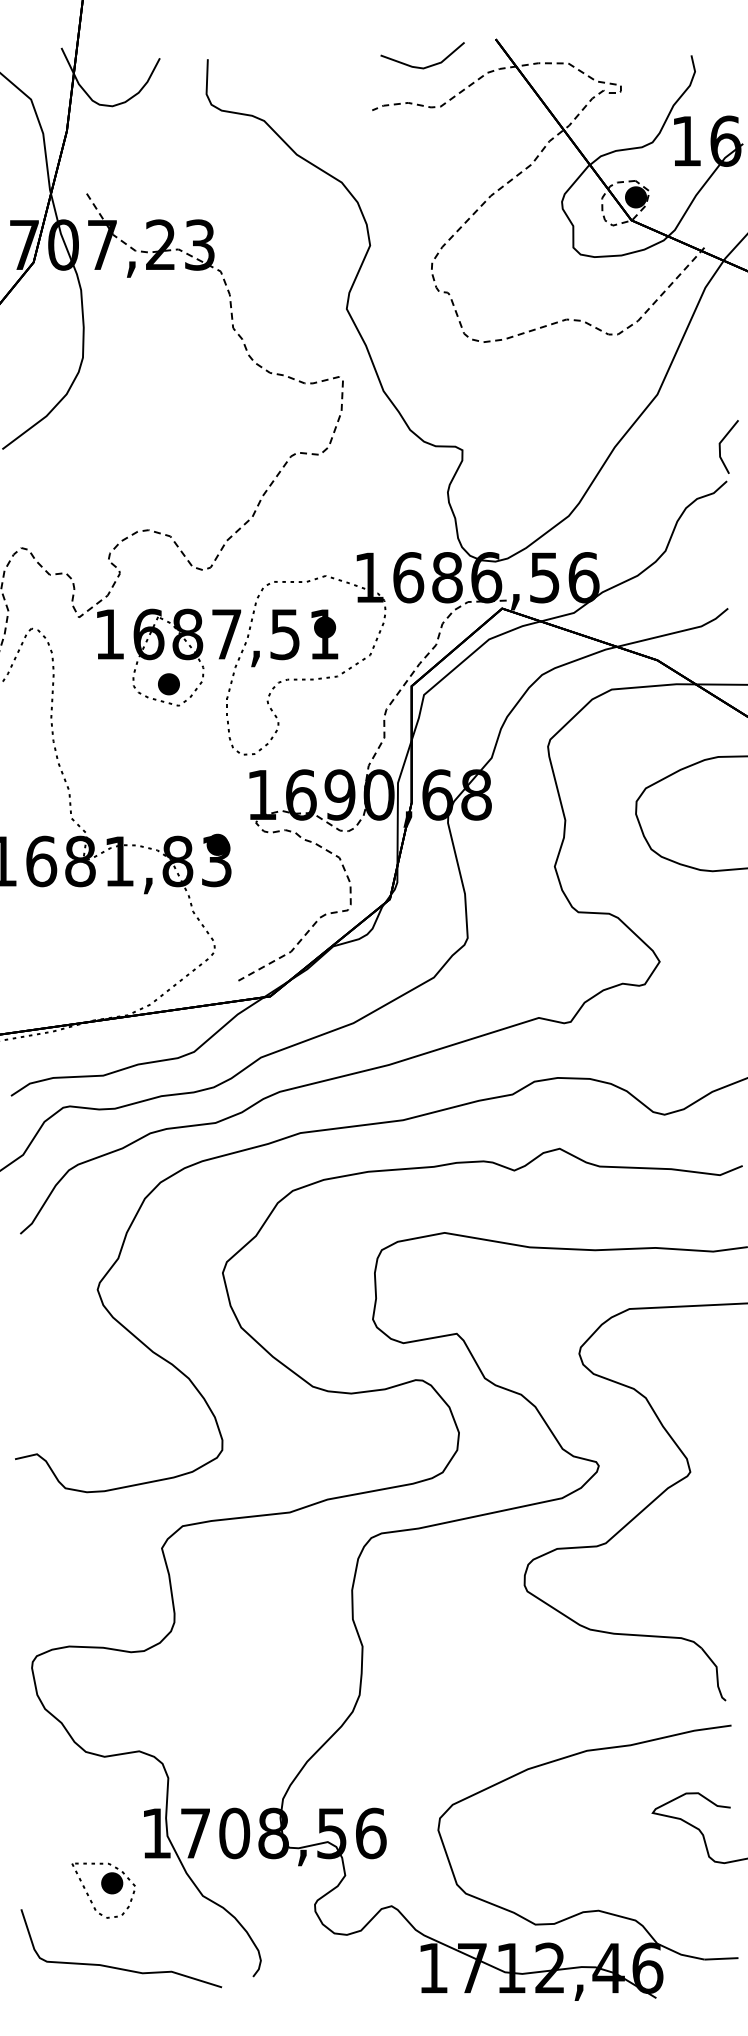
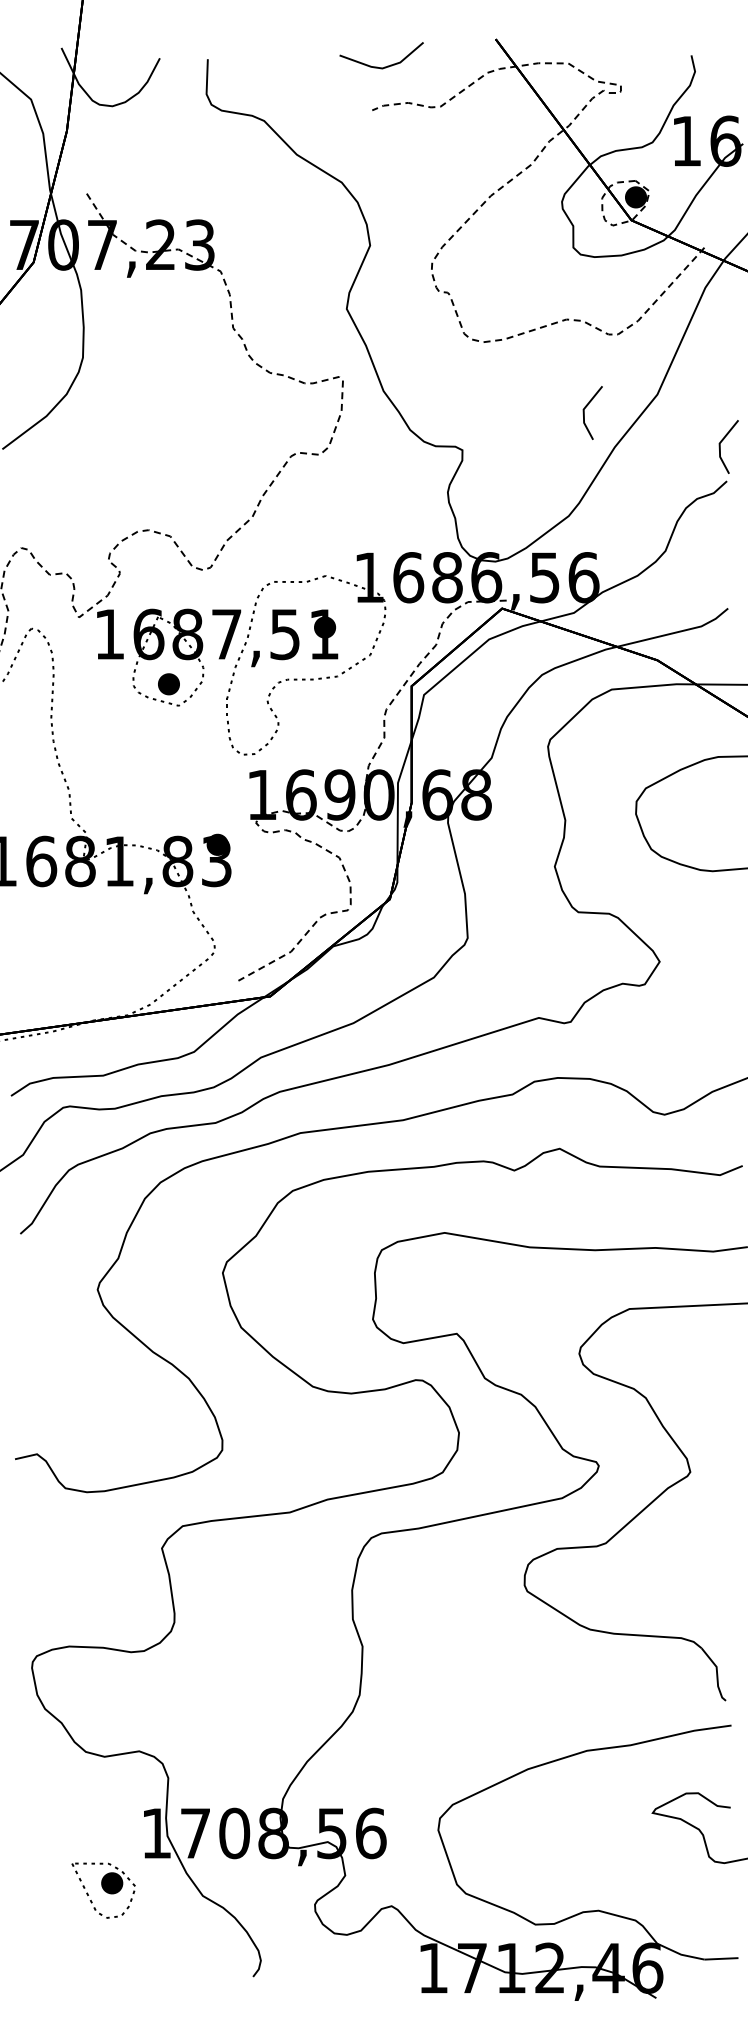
line at (425, 66) position: (425, 66) -> (384, 66)
line at (587, 406): none -> present
curve at (119, 1967): present -> none
